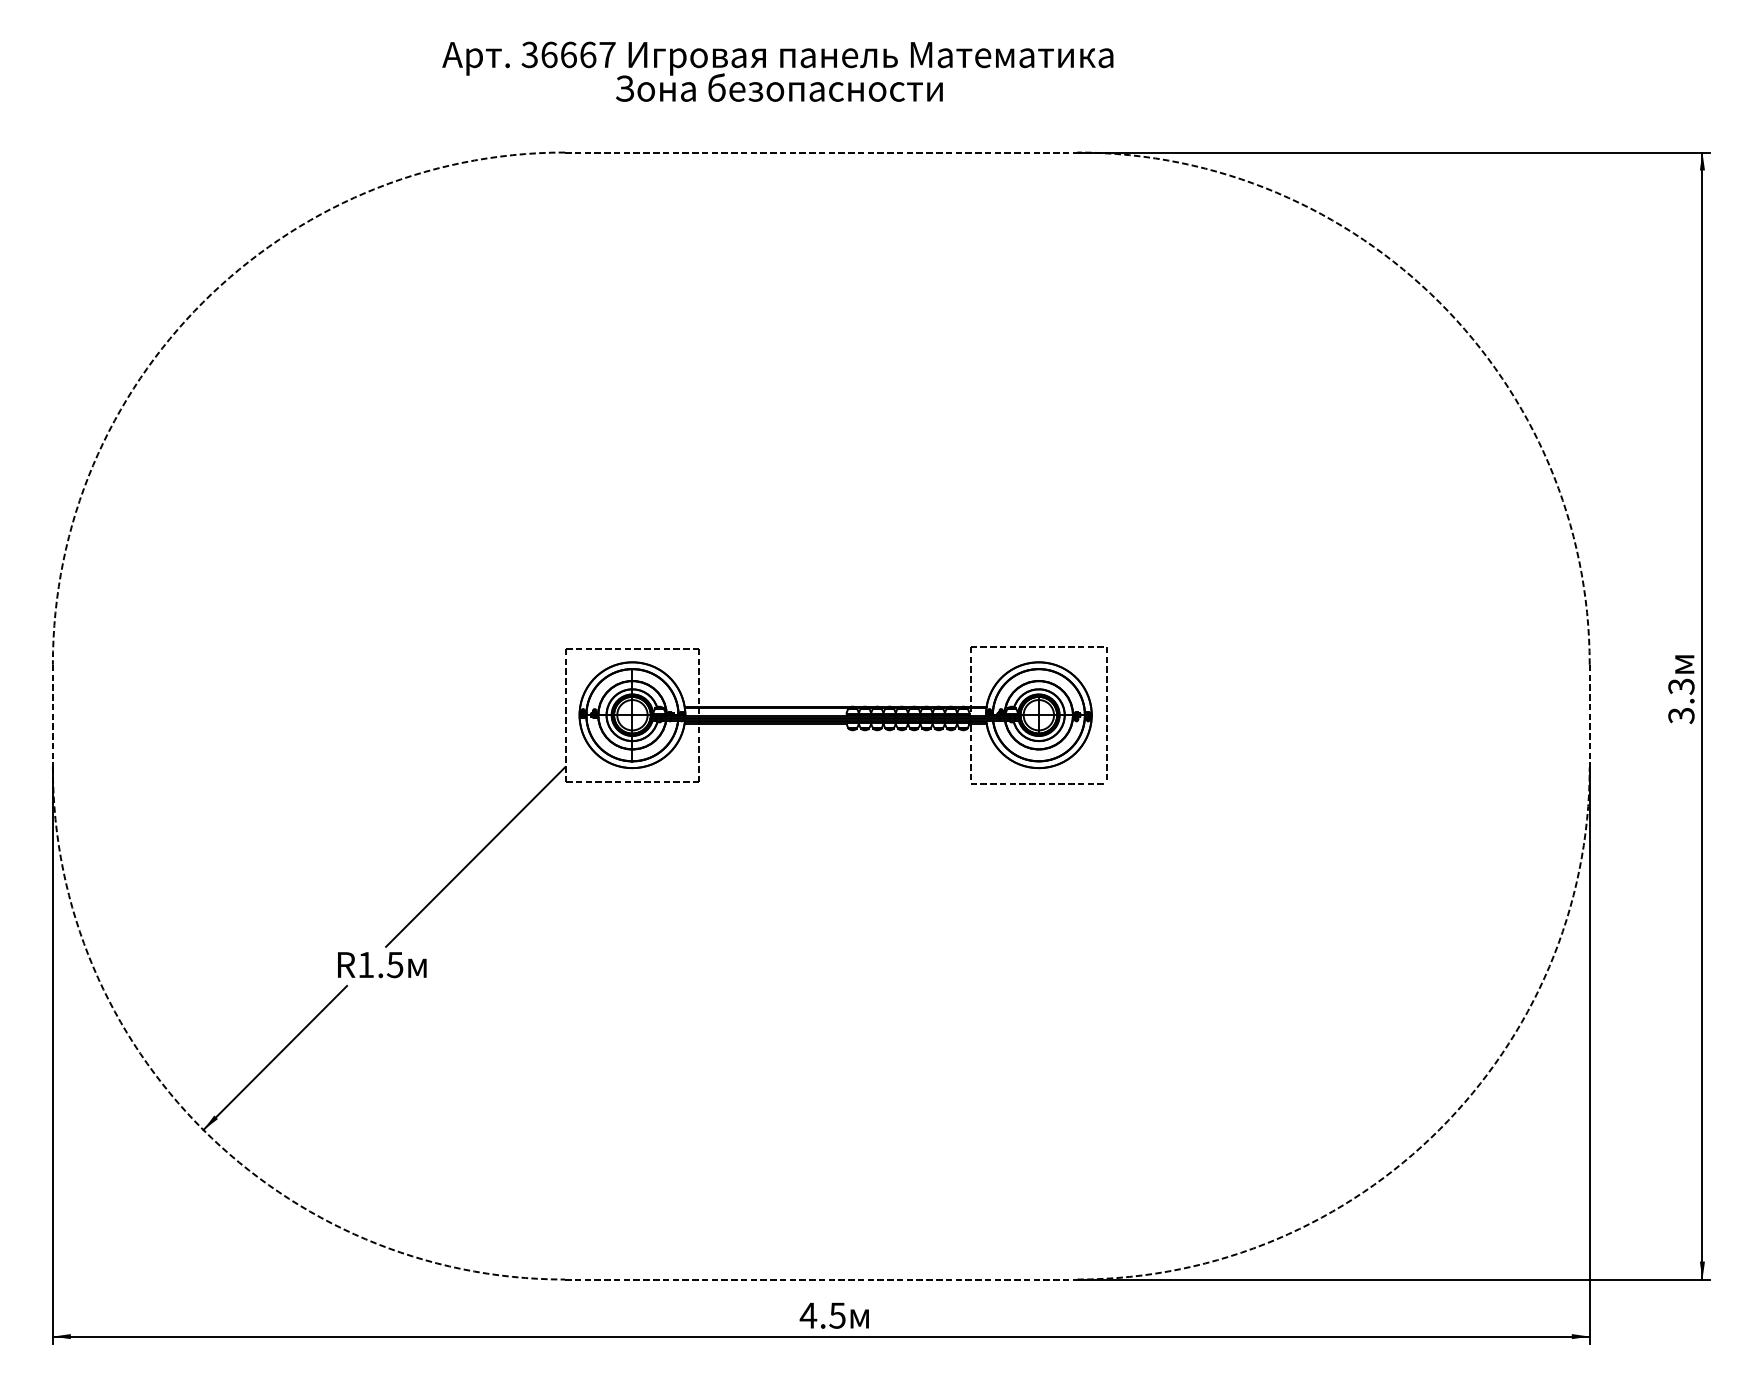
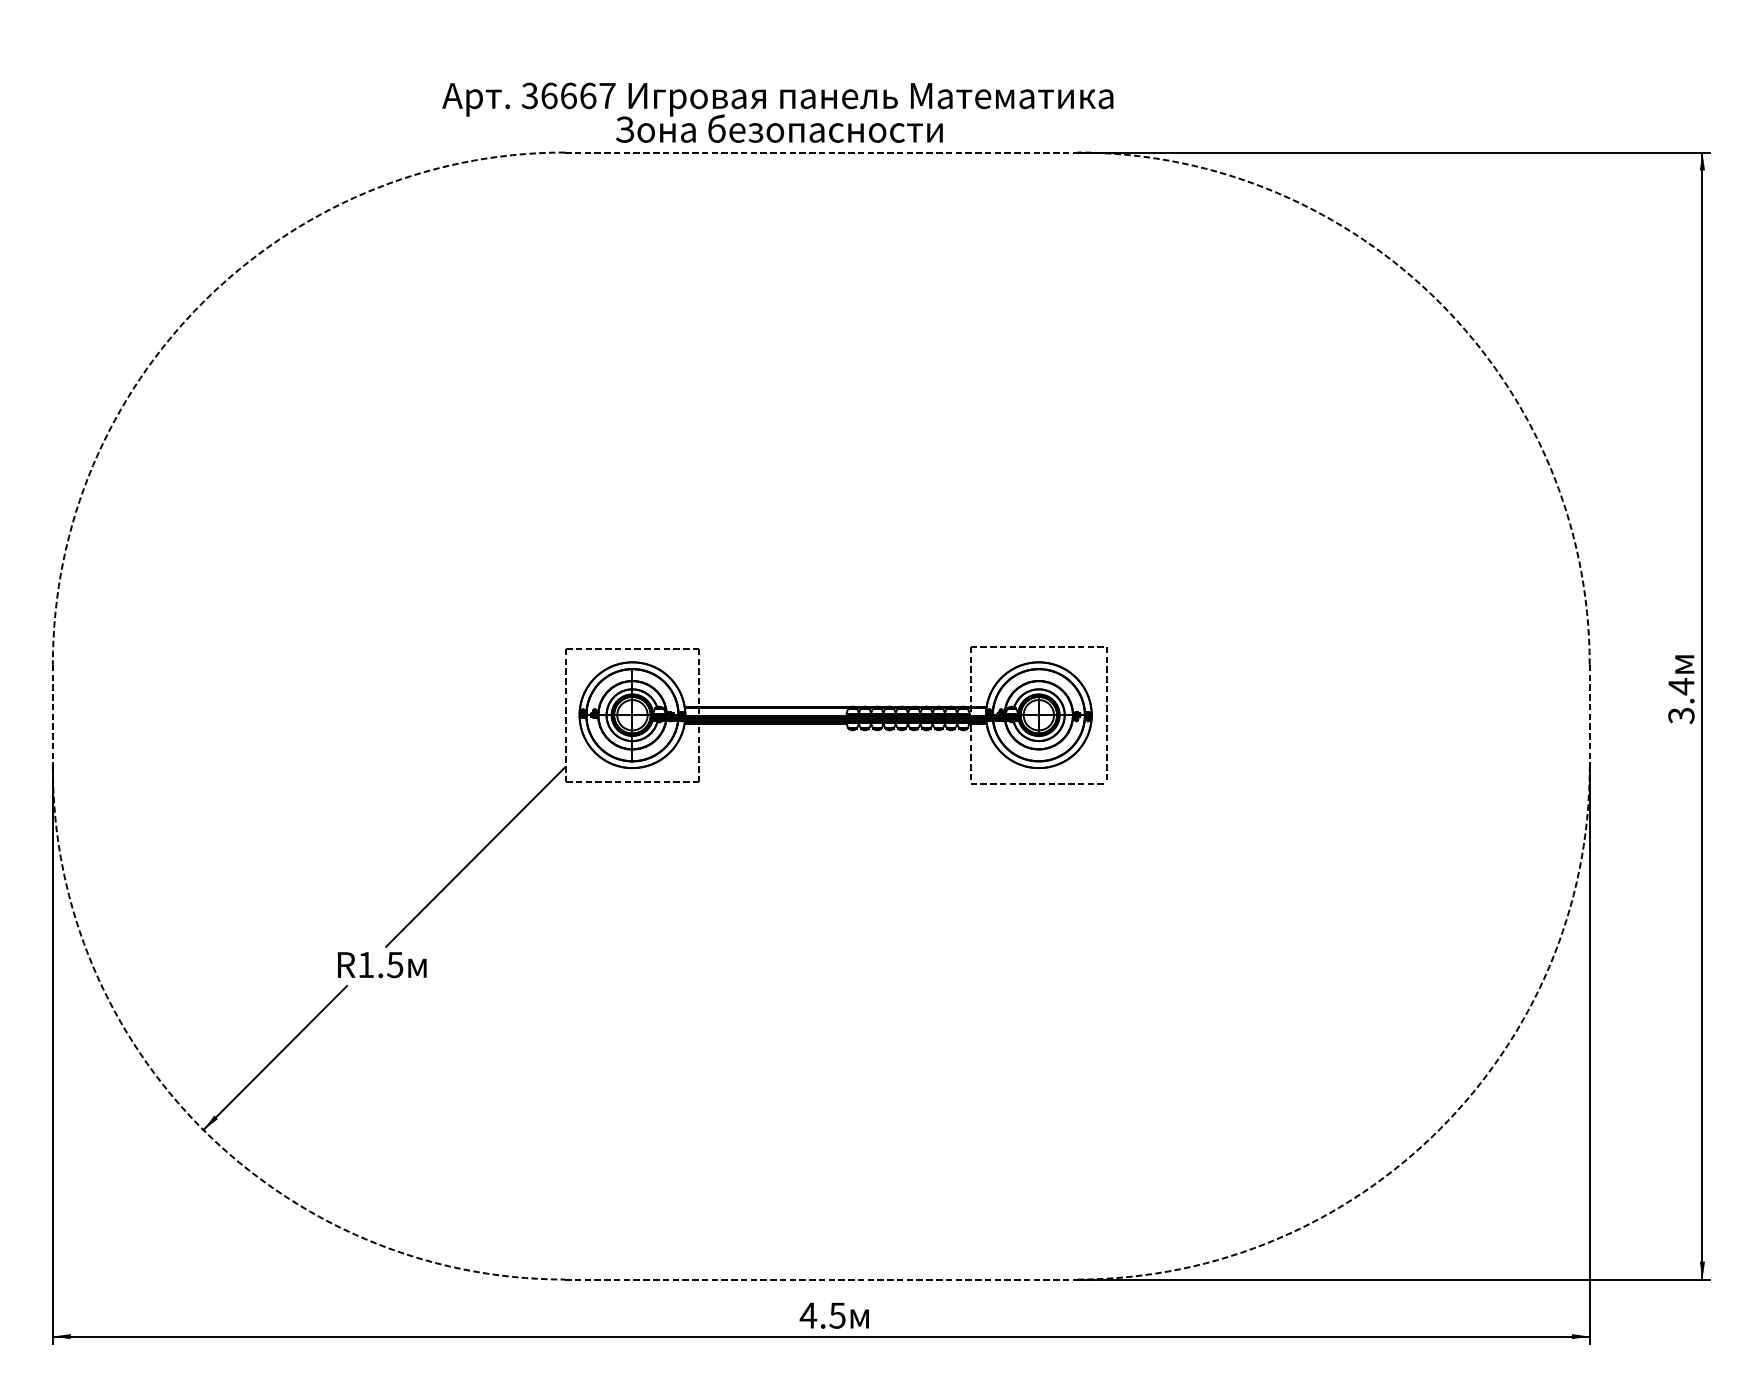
text at (777, 71) position: (777, 71) -> (777, 112)
text at (1681, 686): 3.3 -> 3.4
